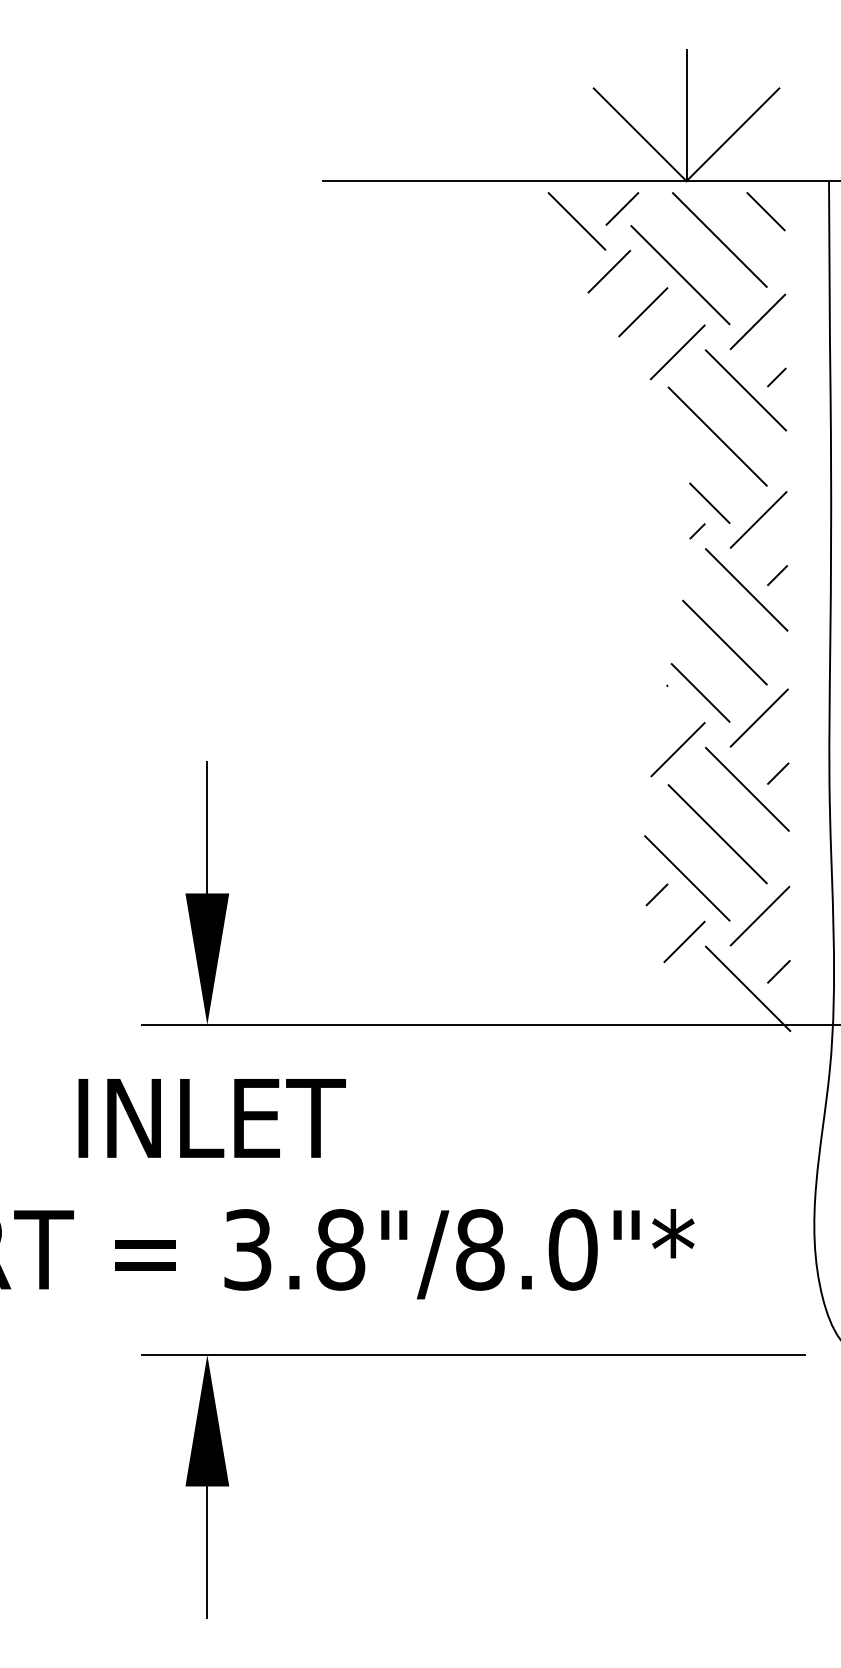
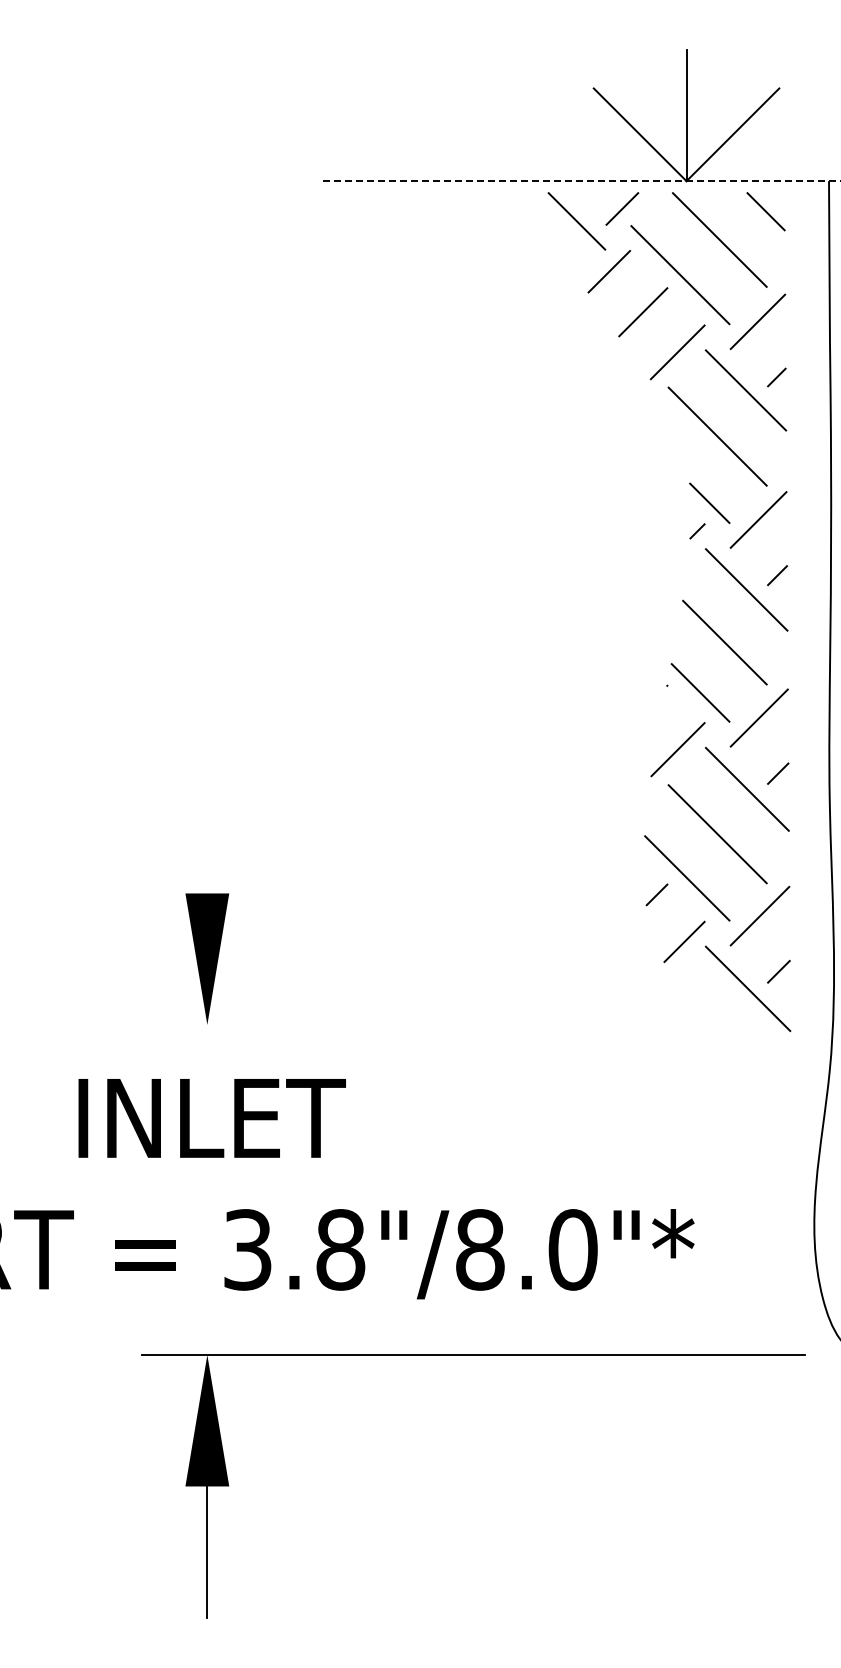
line at (582, 181): solid -> dashed
line at (207, 827): present -> none
line at (489, 1024): present -> none
